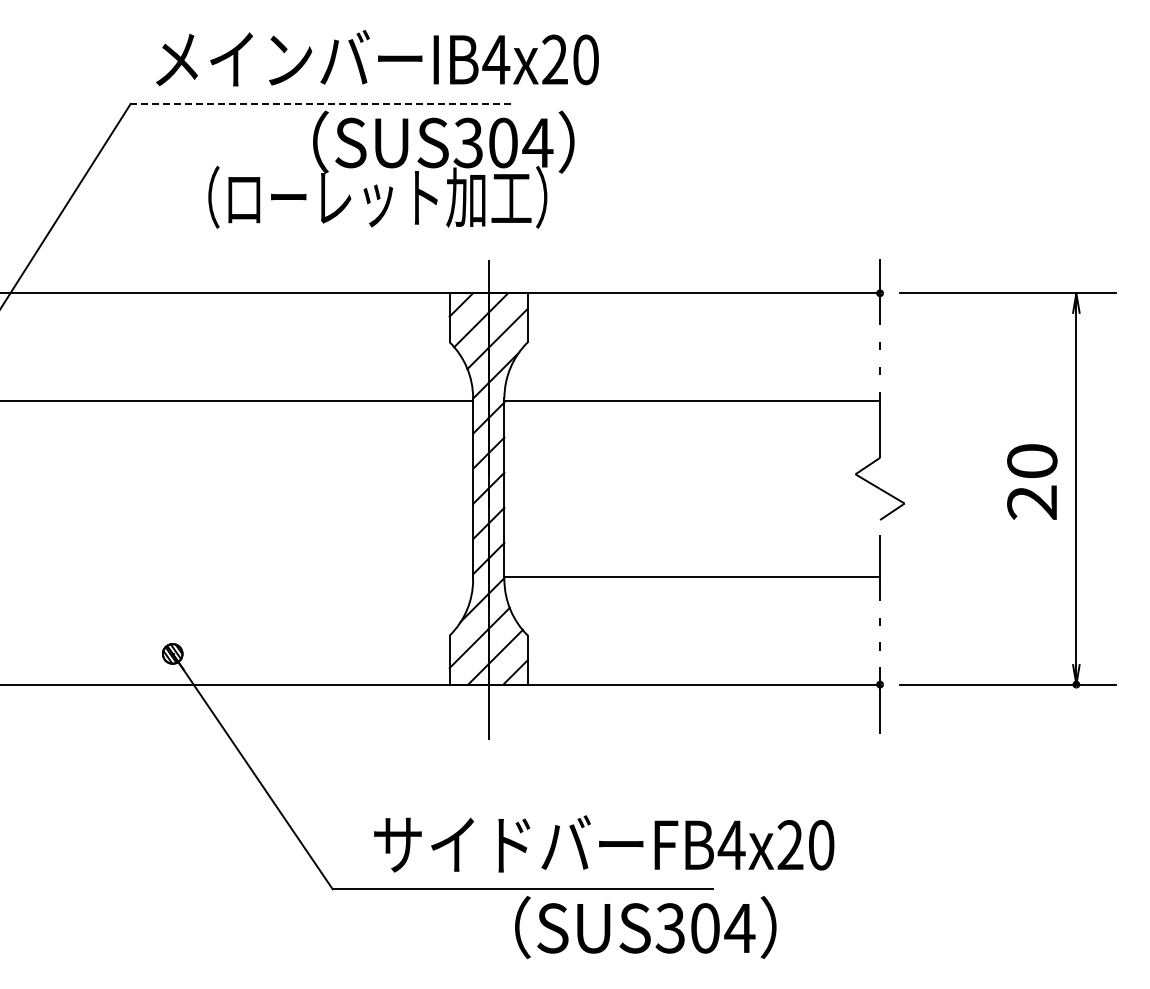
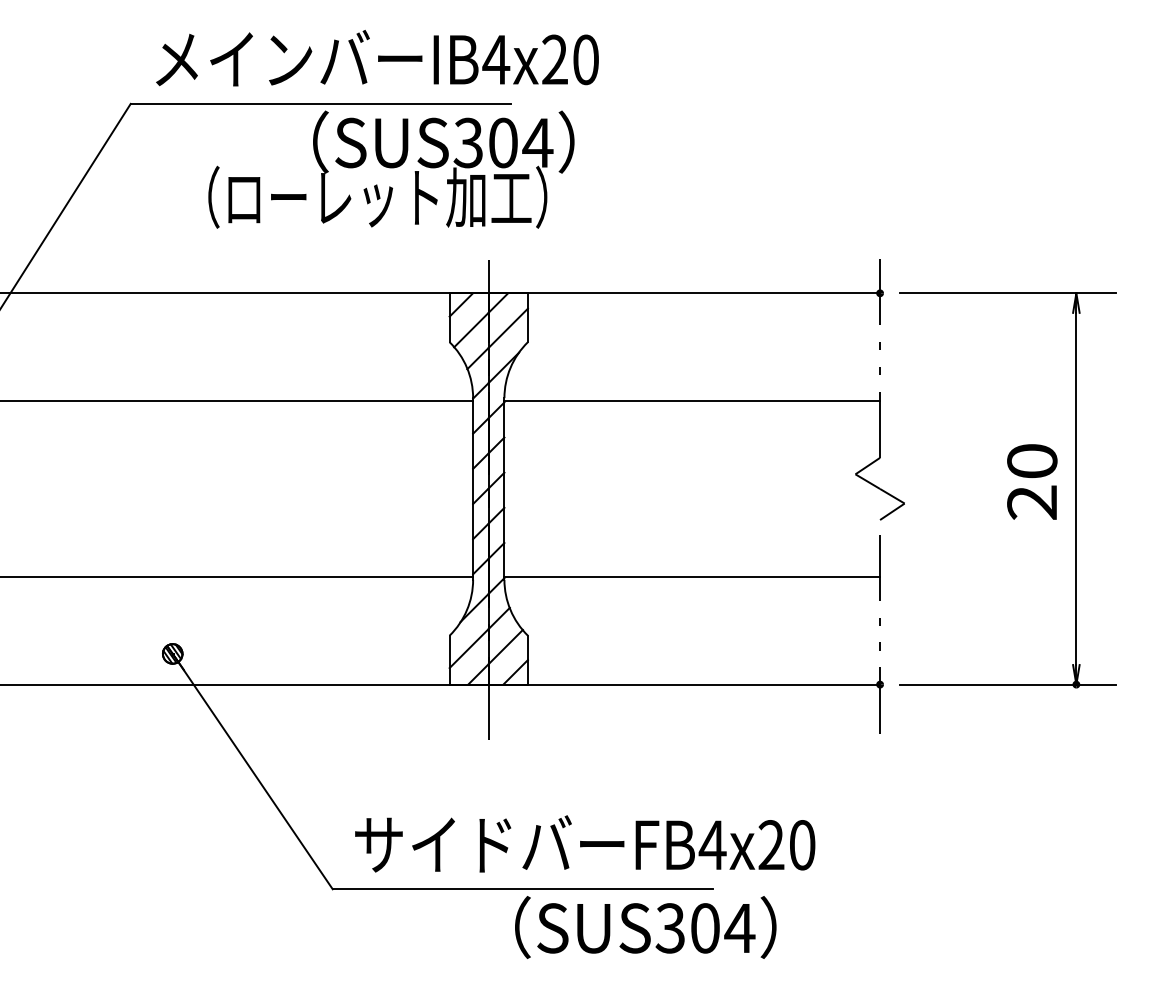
line at (320, 103): dashed -> solid
line at (237, 577): none -> present
text at (604, 843) position: (604, 843) -> (585, 843)
